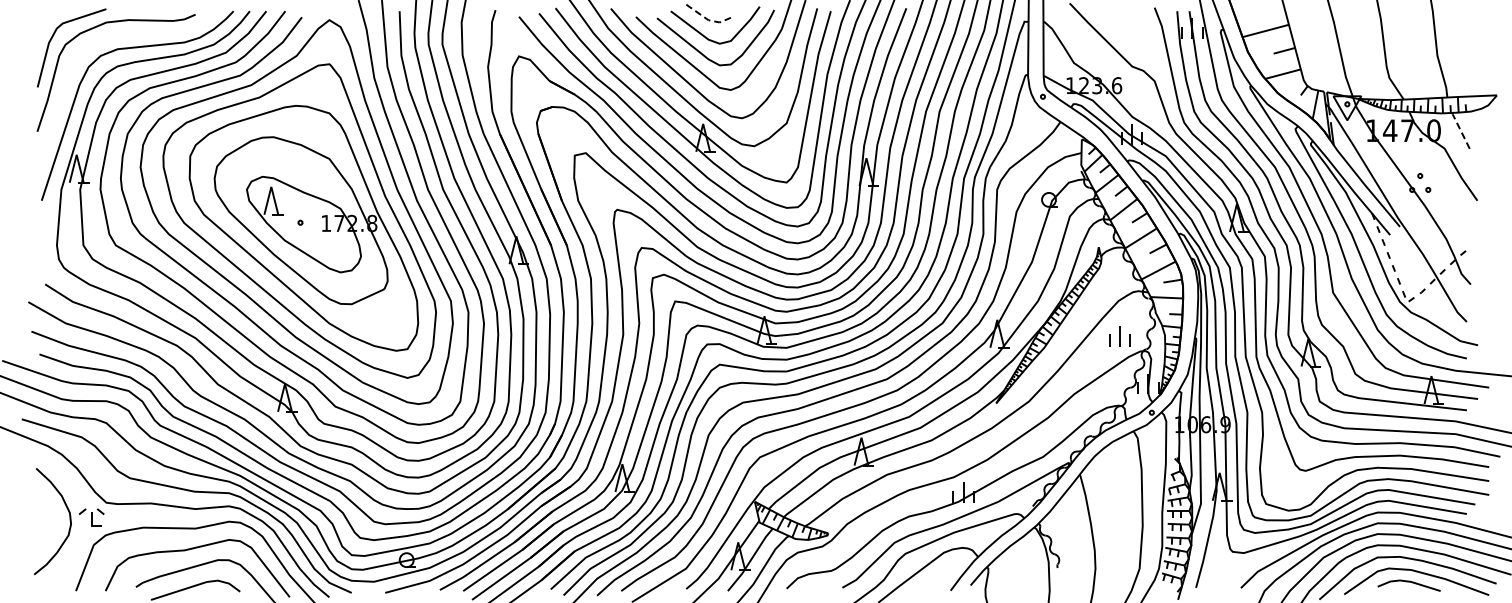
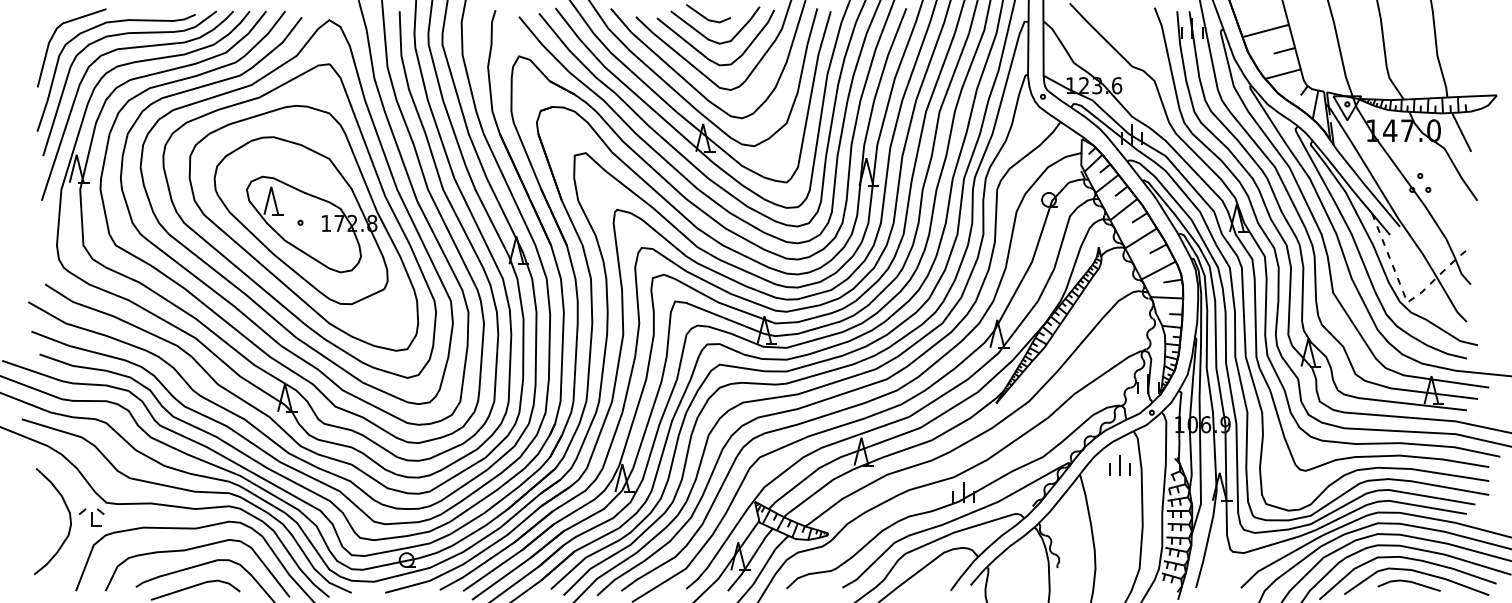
line at (708, 20): dashed -> solid
curve at (121, 35): none -> present
line at (1461, 132): dashed -> solid
part at (1119, 336) position: (1119, 336) -> (1119, 465)
